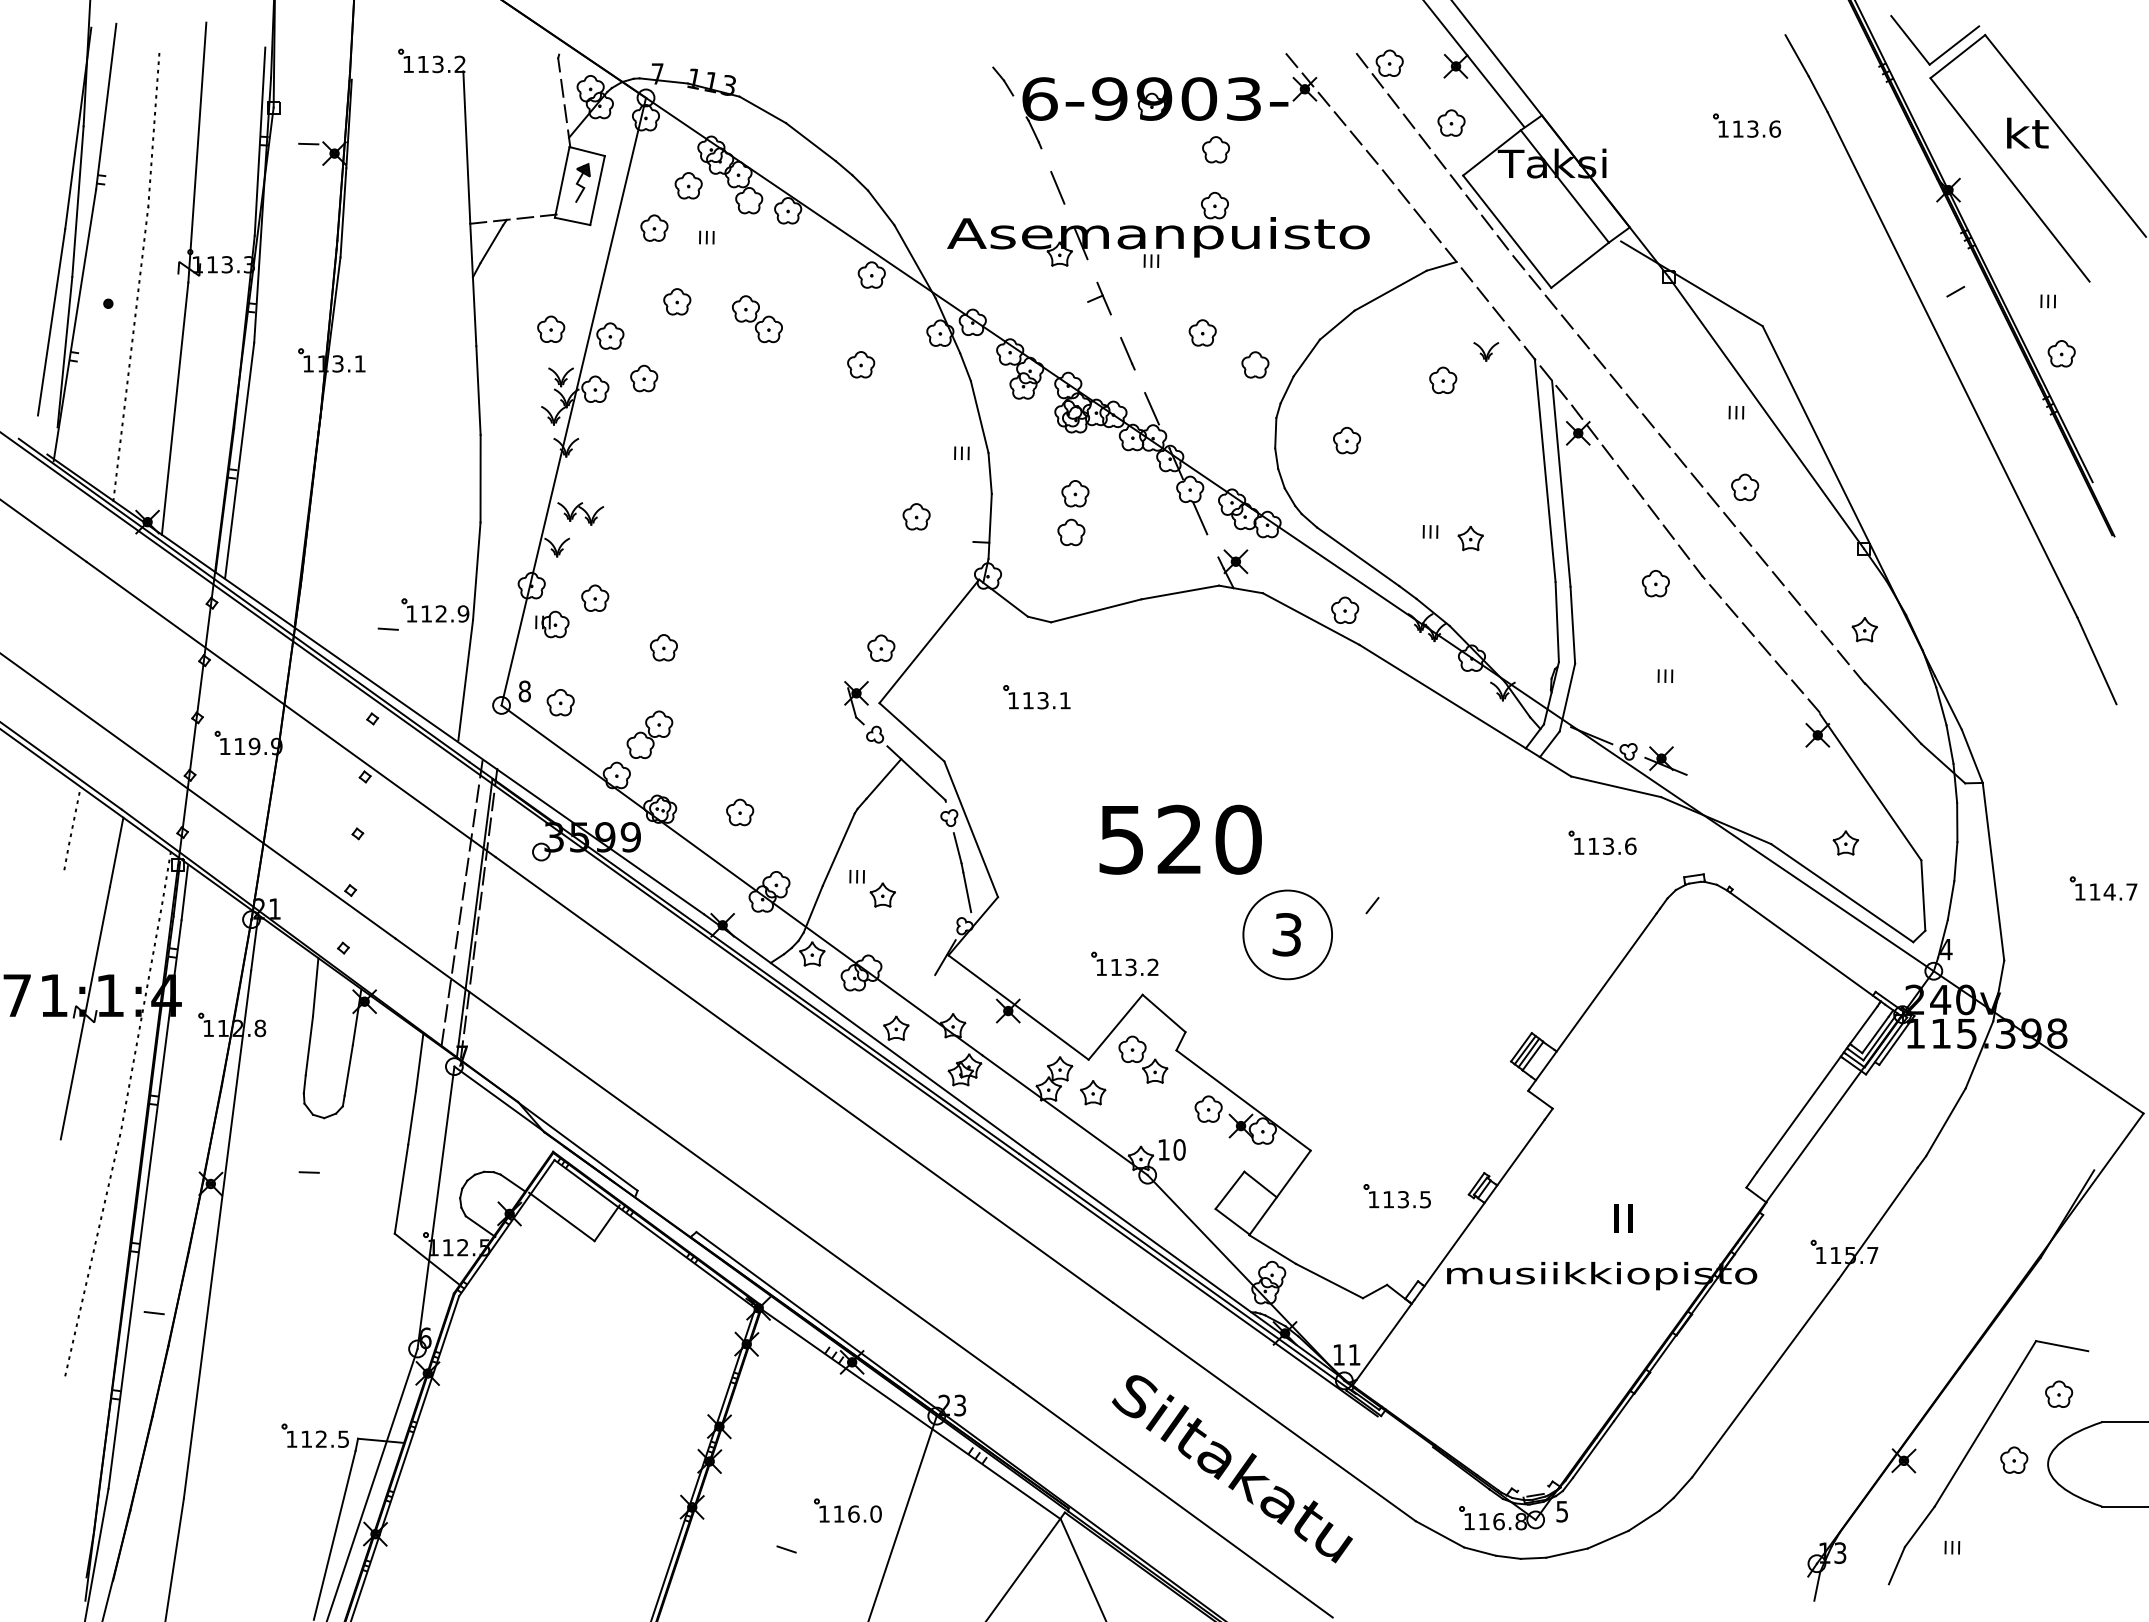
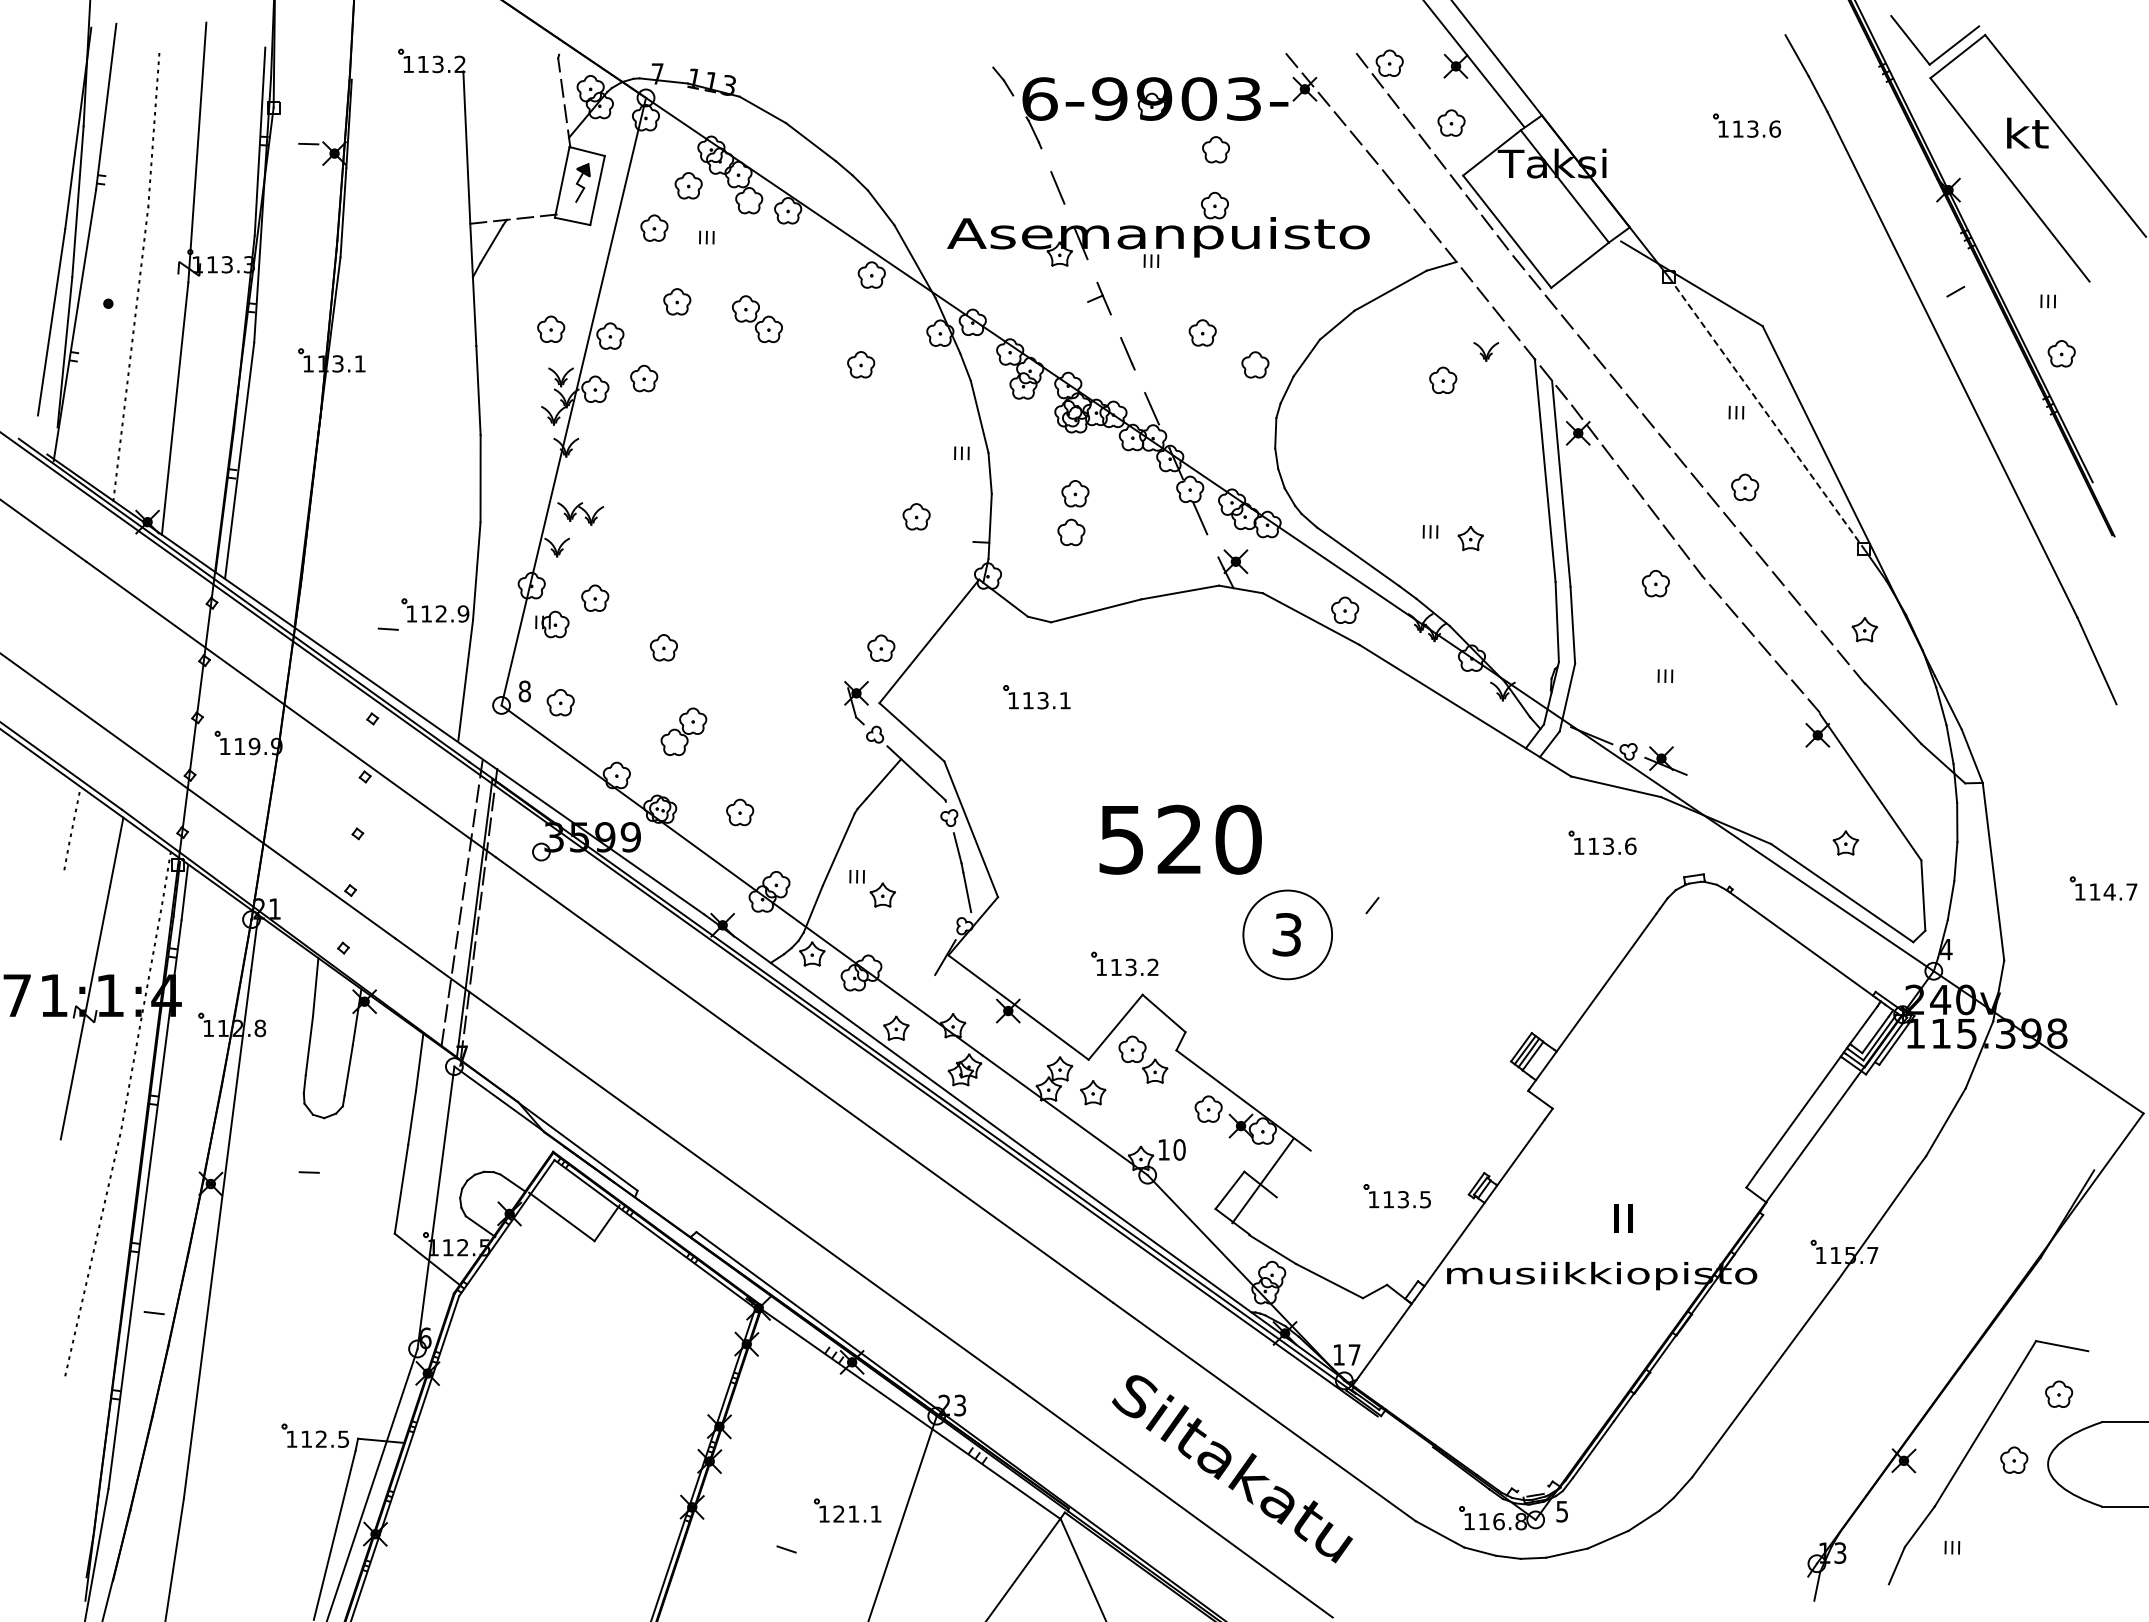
line at (1766, 413): solid -> dashed
part at (1347, 440): present -> none
part at (649, 734) position: (649, 734) -> (683, 731)
line at (1279, 1192) position: (1279, 1192) -> (1262, 1180)
text at (1354, 1354): 11 -> 17
text at (857, 1513): 116.0 -> 121.1
